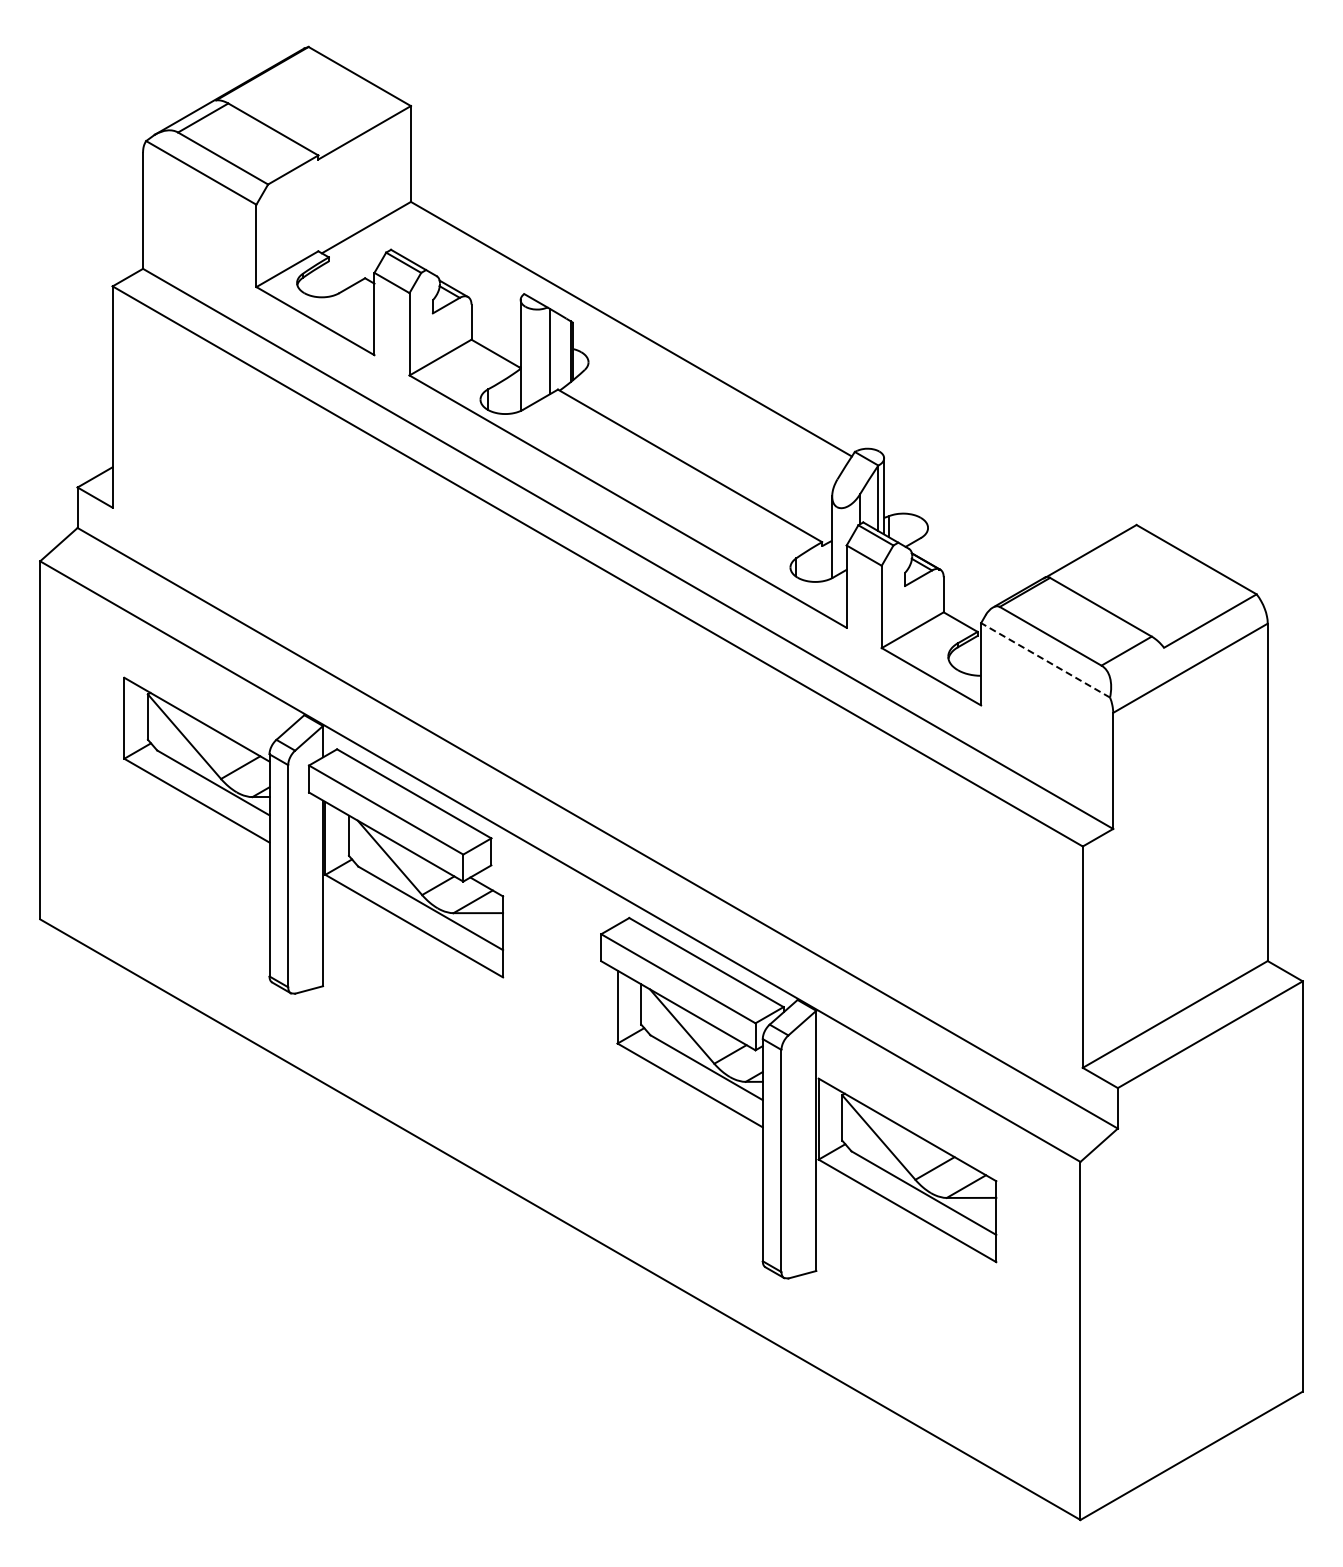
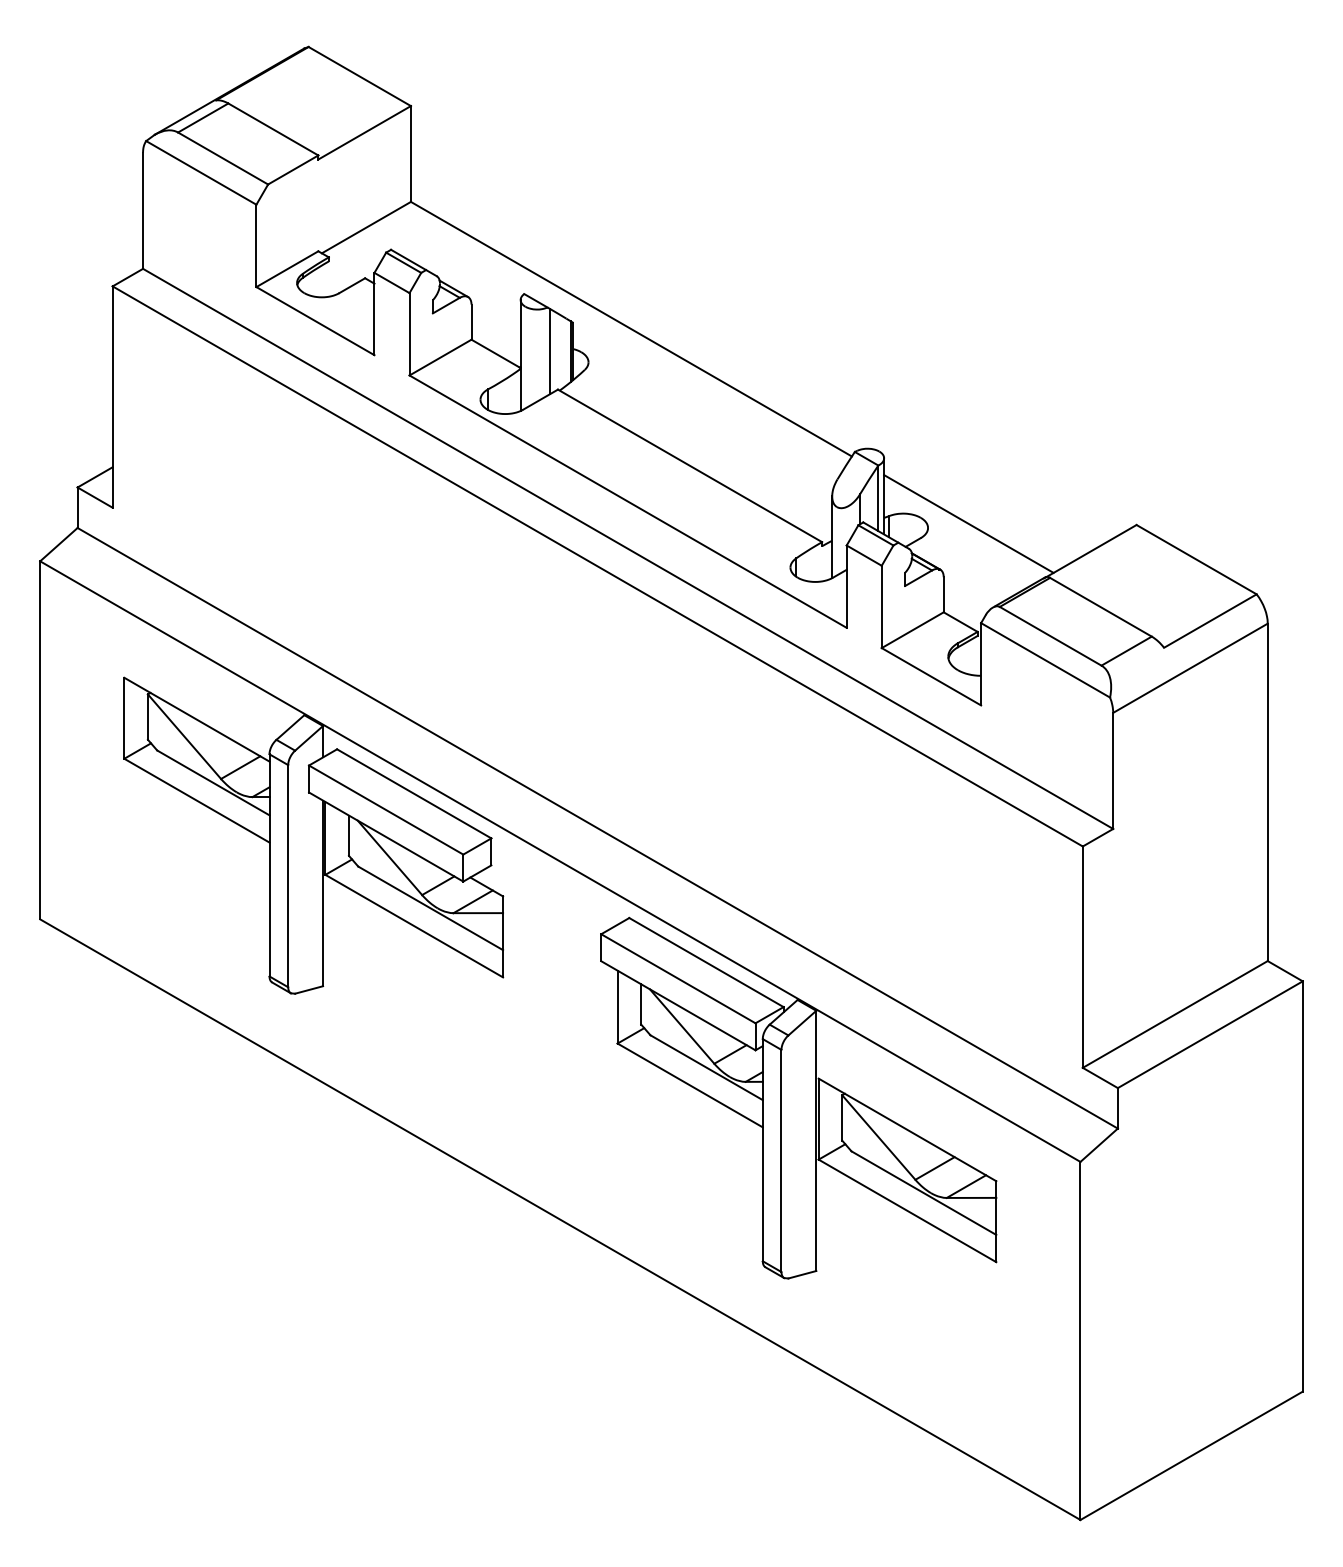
line at (968, 523): none -> present
line at (1045, 660): dashed -> solid
